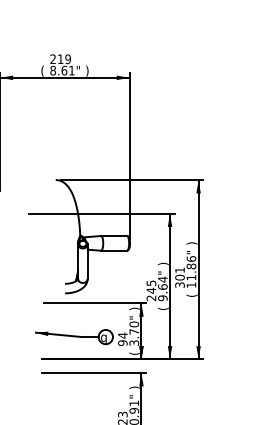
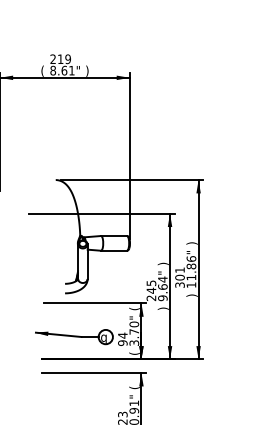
text at (191, 295): ( -> )
text at (134, 308): ) -> (
text at (162, 308): ( -> )
text at (134, 387): ) -> (
